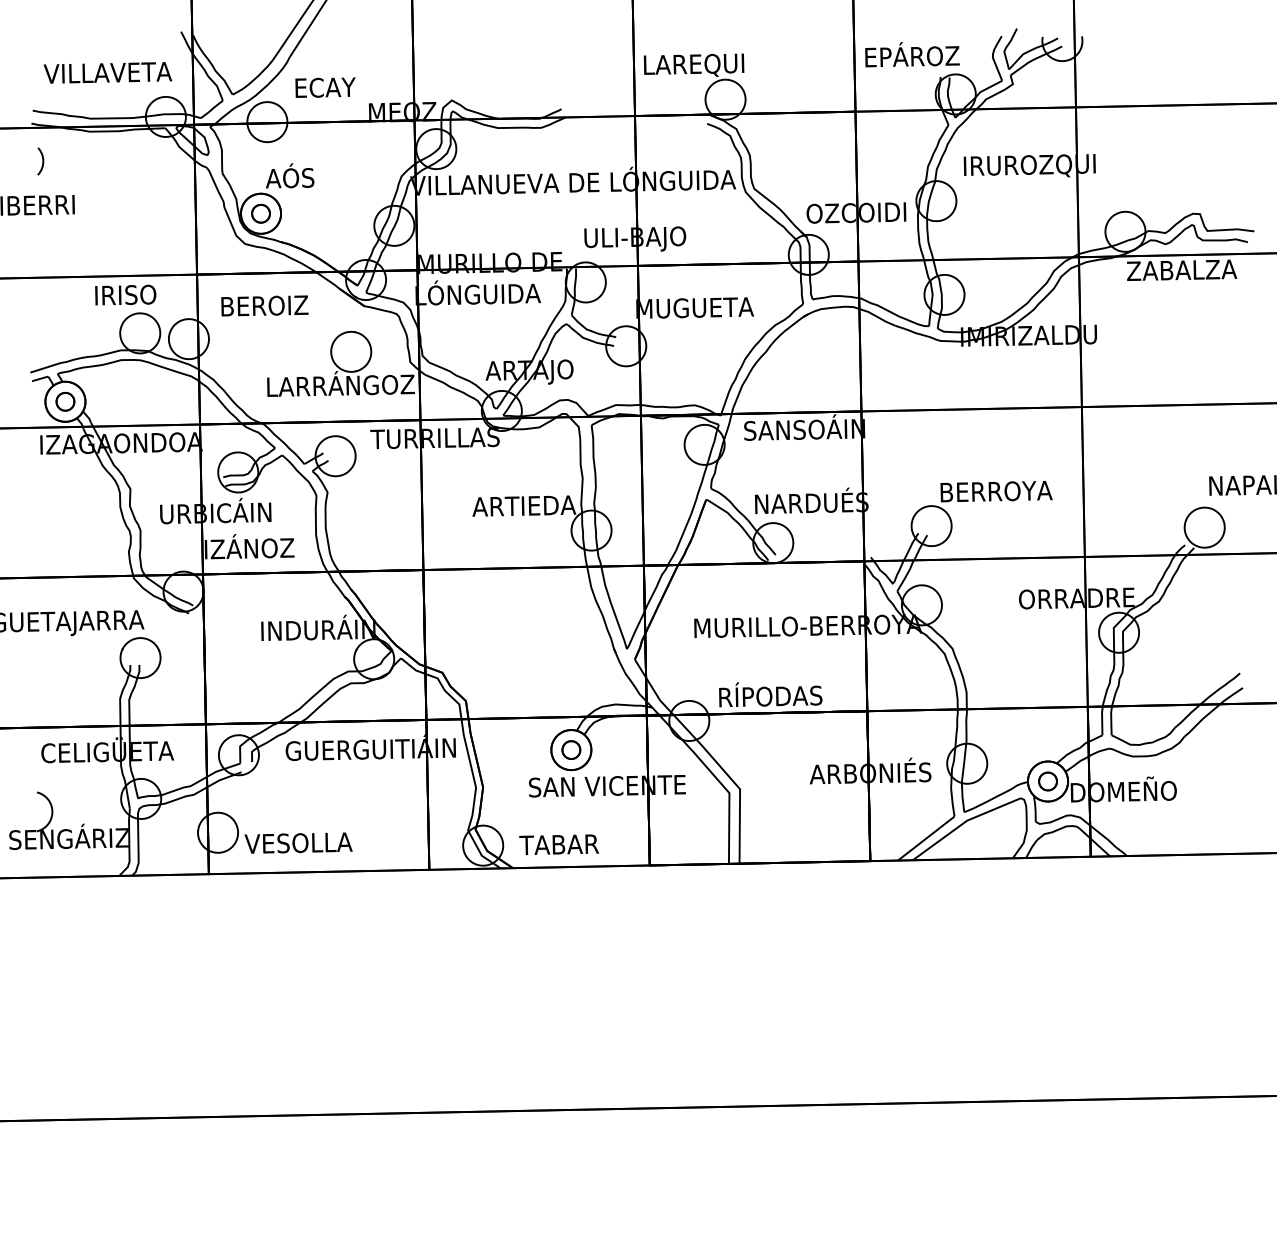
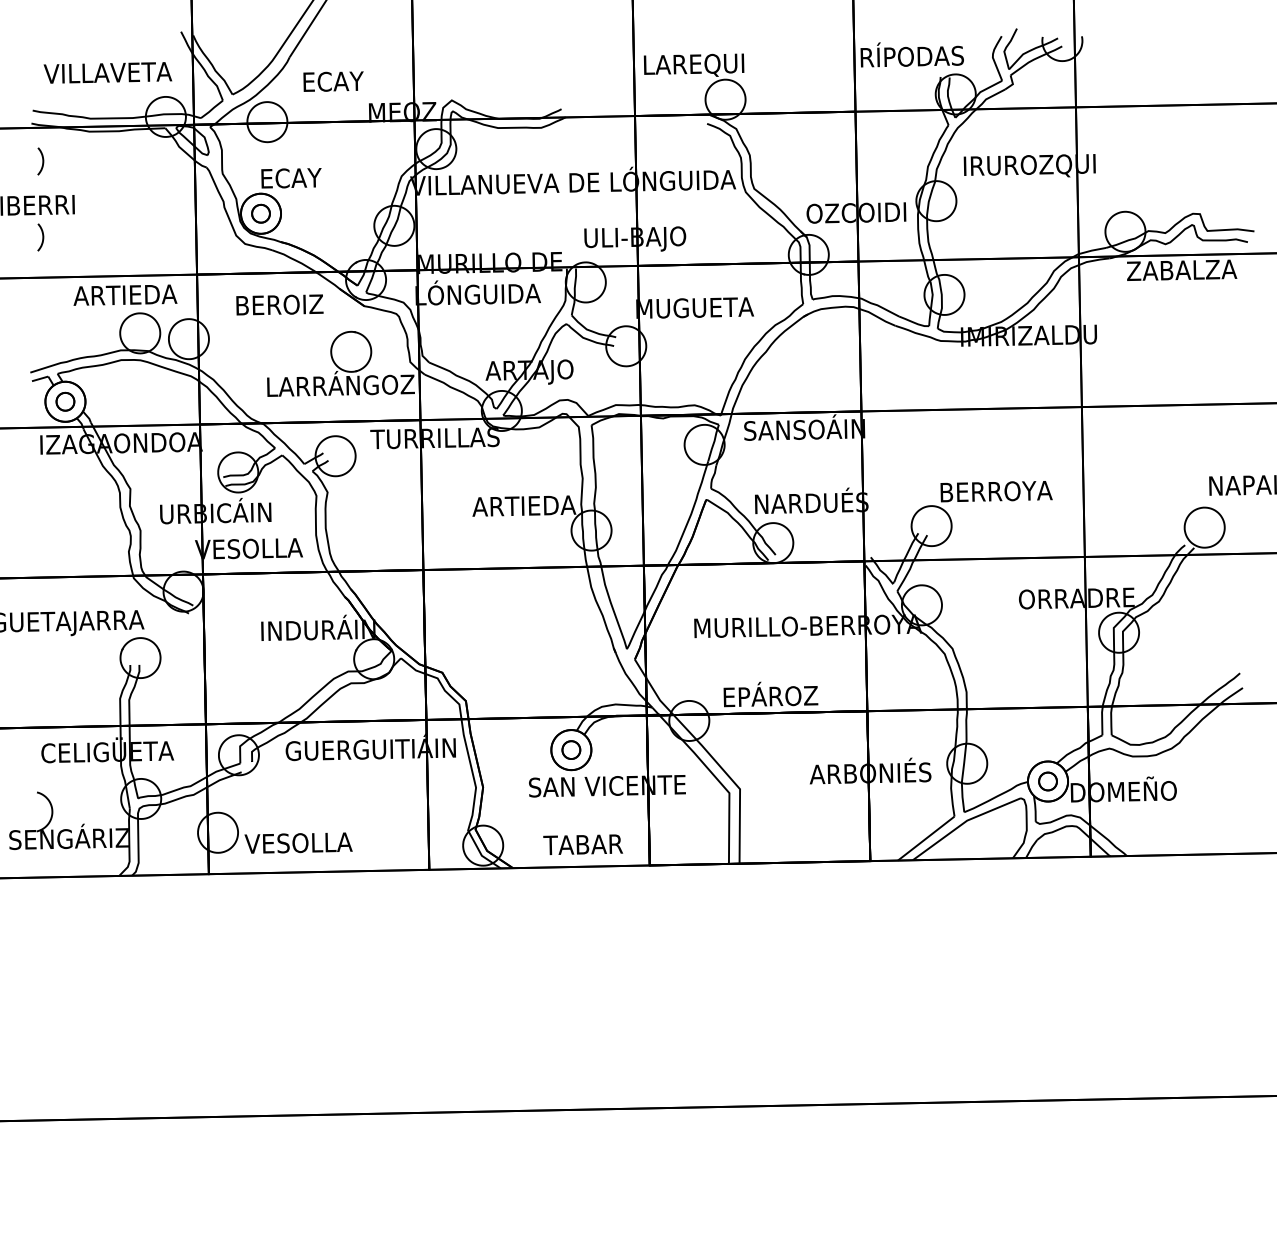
text at (911, 54): EPÁROZ -> RÍPODAS
text at (325, 87) position: (325, 87) -> (333, 81)
text at (291, 175): AÓS -> ECAY
curve at (42, 237): none -> present
text at (125, 294): IRISO -> ARTIEDA
text at (264, 305) position: (264, 305) -> (279, 304)
text at (249, 546): IZÁNOZ -> VESOLLA
text at (770, 694): RÍPODAS -> EPÁROZ
text at (559, 844) position: (559, 844) -> (583, 844)
